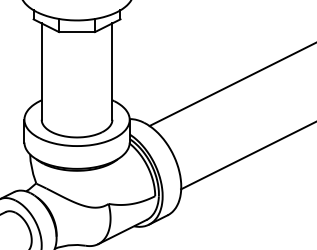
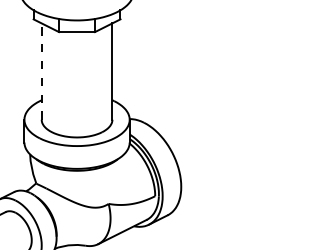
line at (41, 71): solid -> dashed
line at (231, 85): present -> none
line at (247, 156): present -> none
